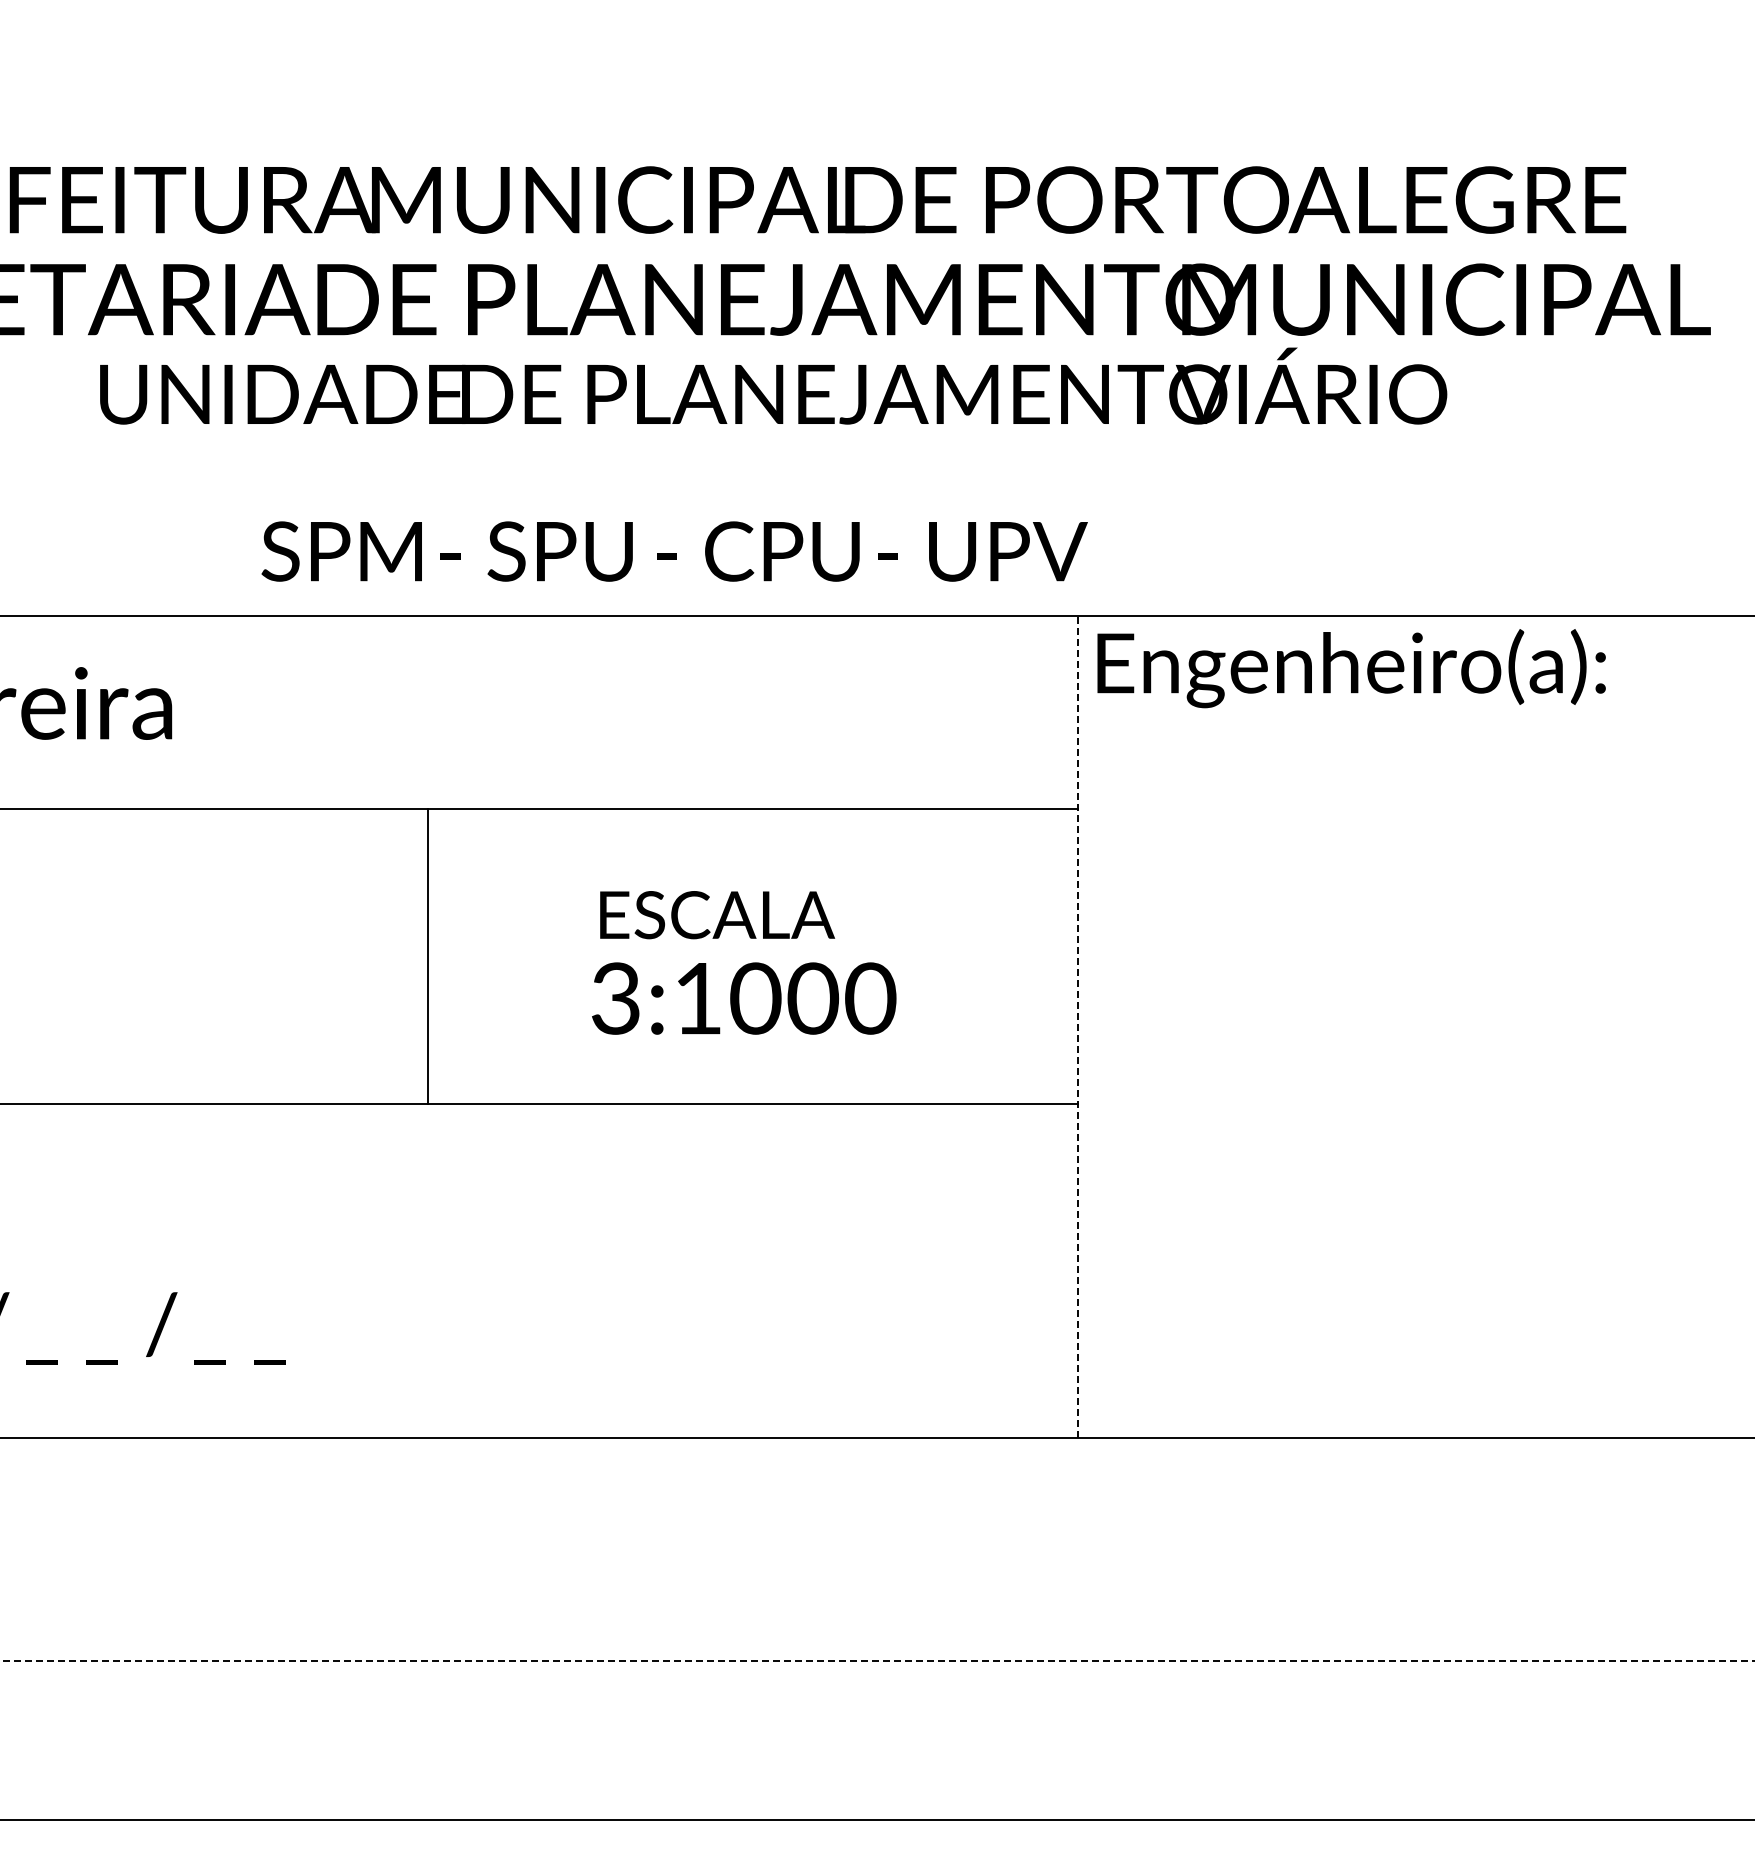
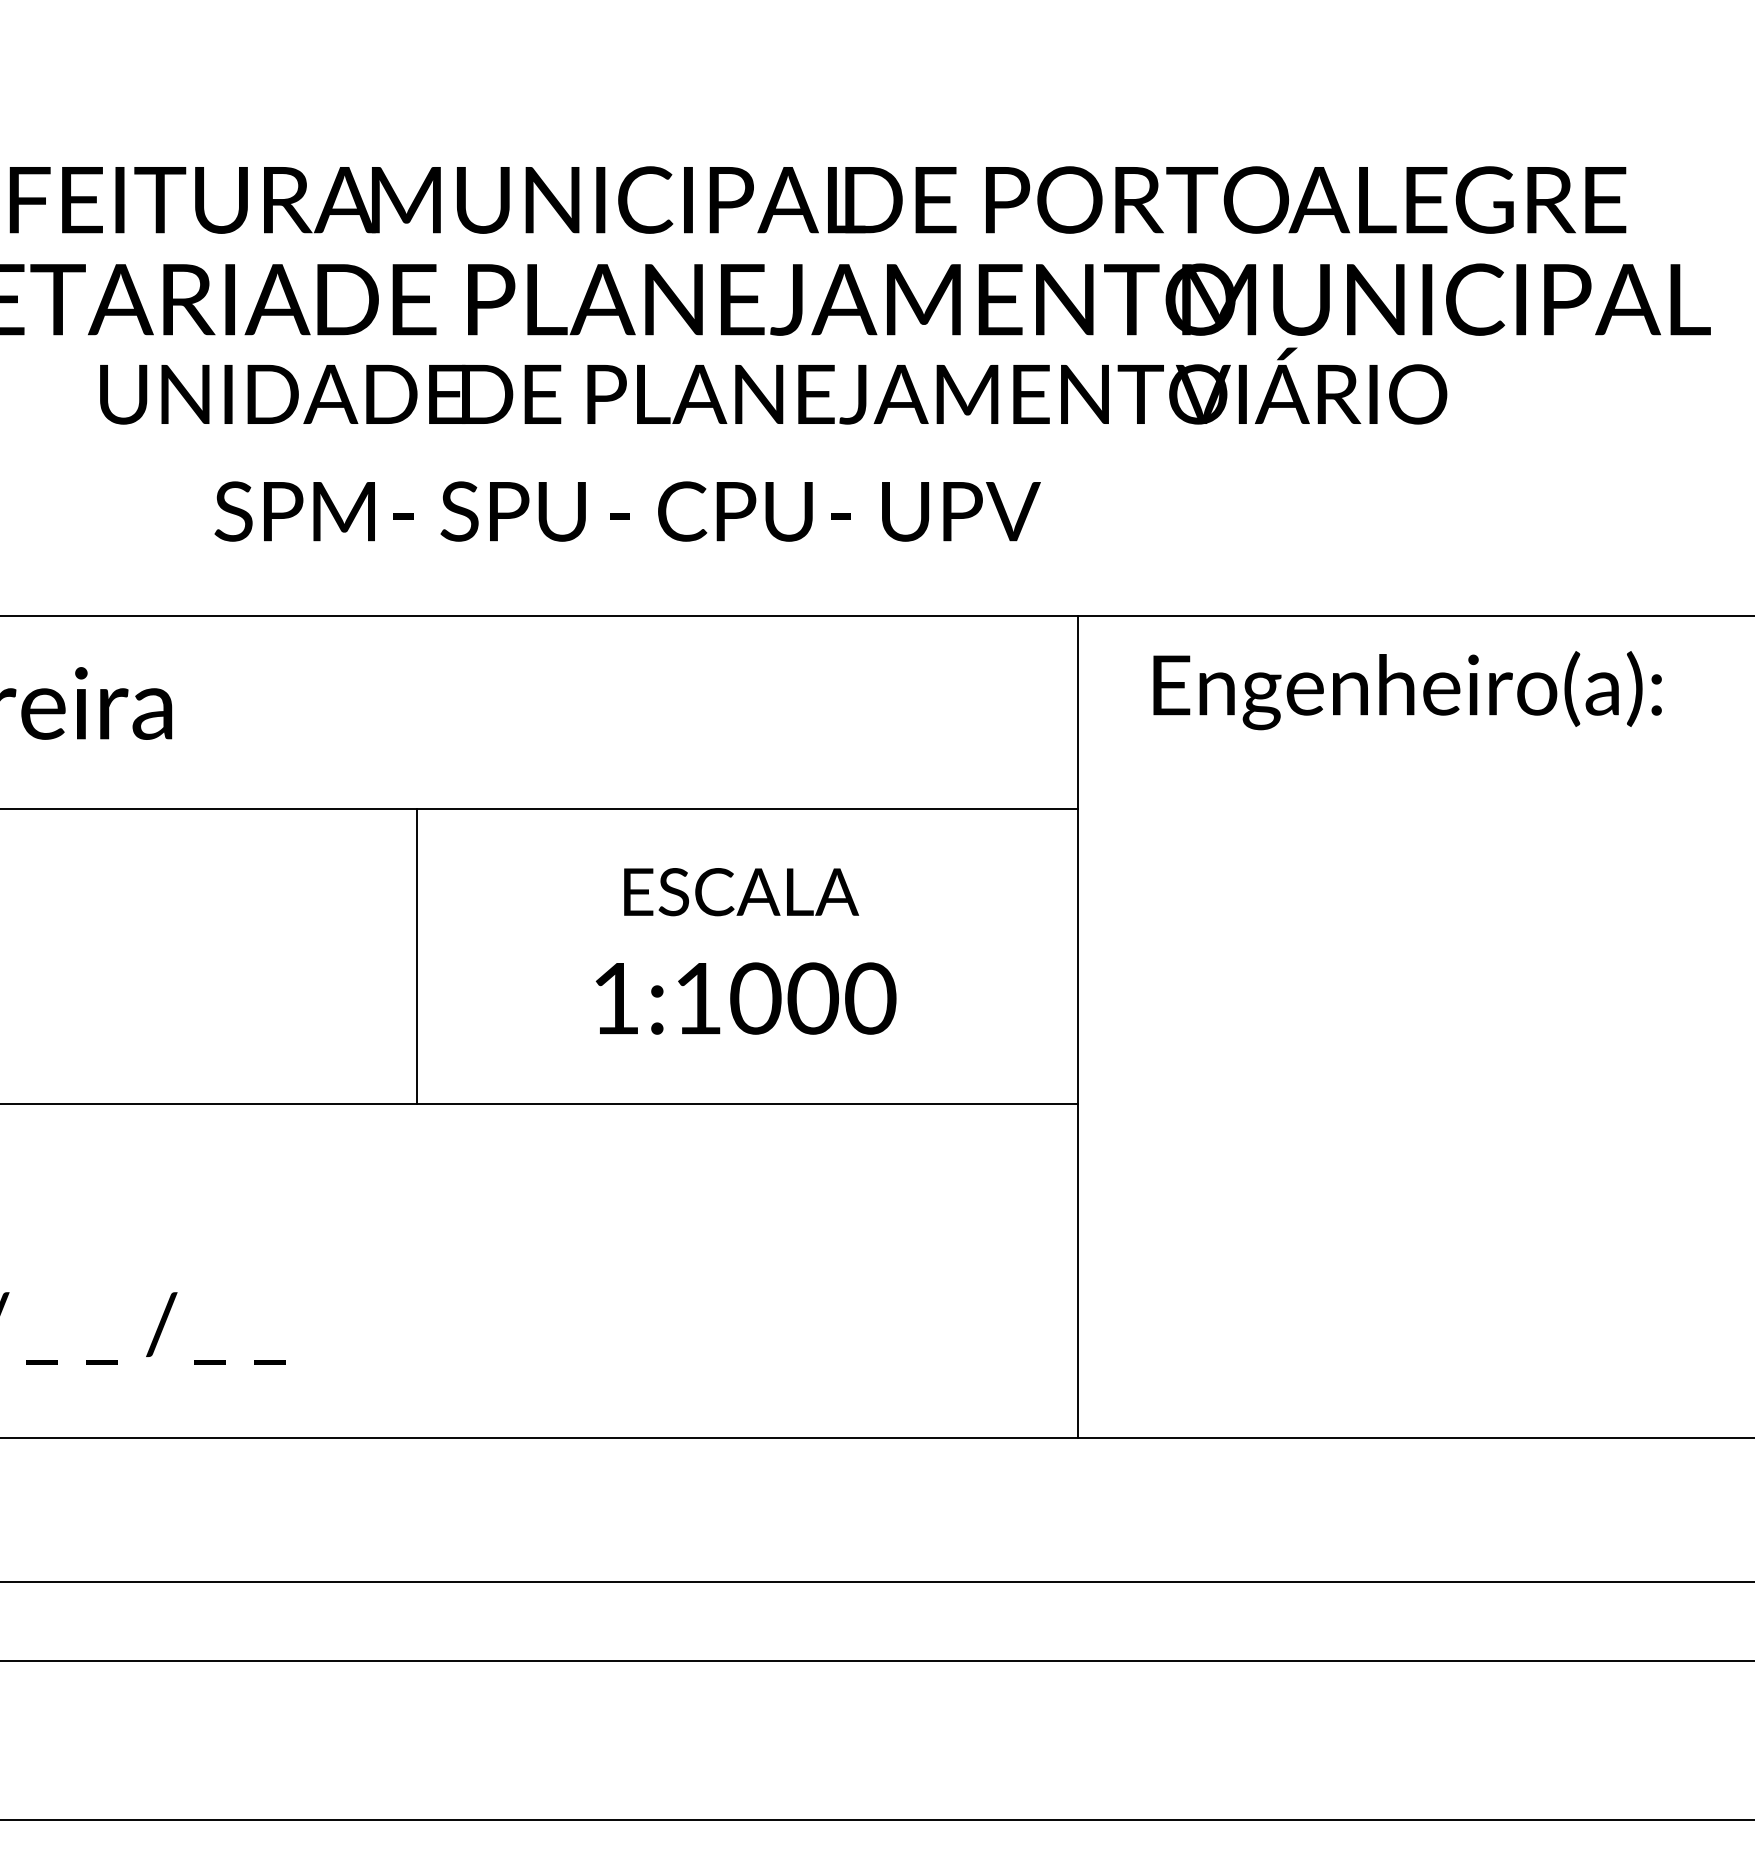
text at (674, 551) position: (674, 551) -> (627, 511)
text at (1351, 668) position: (1351, 668) -> (1407, 690)
text at (717, 915) position: (717, 915) -> (741, 892)
line at (428, 956) position: (428, 956) -> (417, 956)
text at (615, 998): 3:1000 -> 1:1000
line at (1078, 1026): dashed -> solid
line at (876, 1581): none -> present
line at (878, 1661): dashed -> solid
